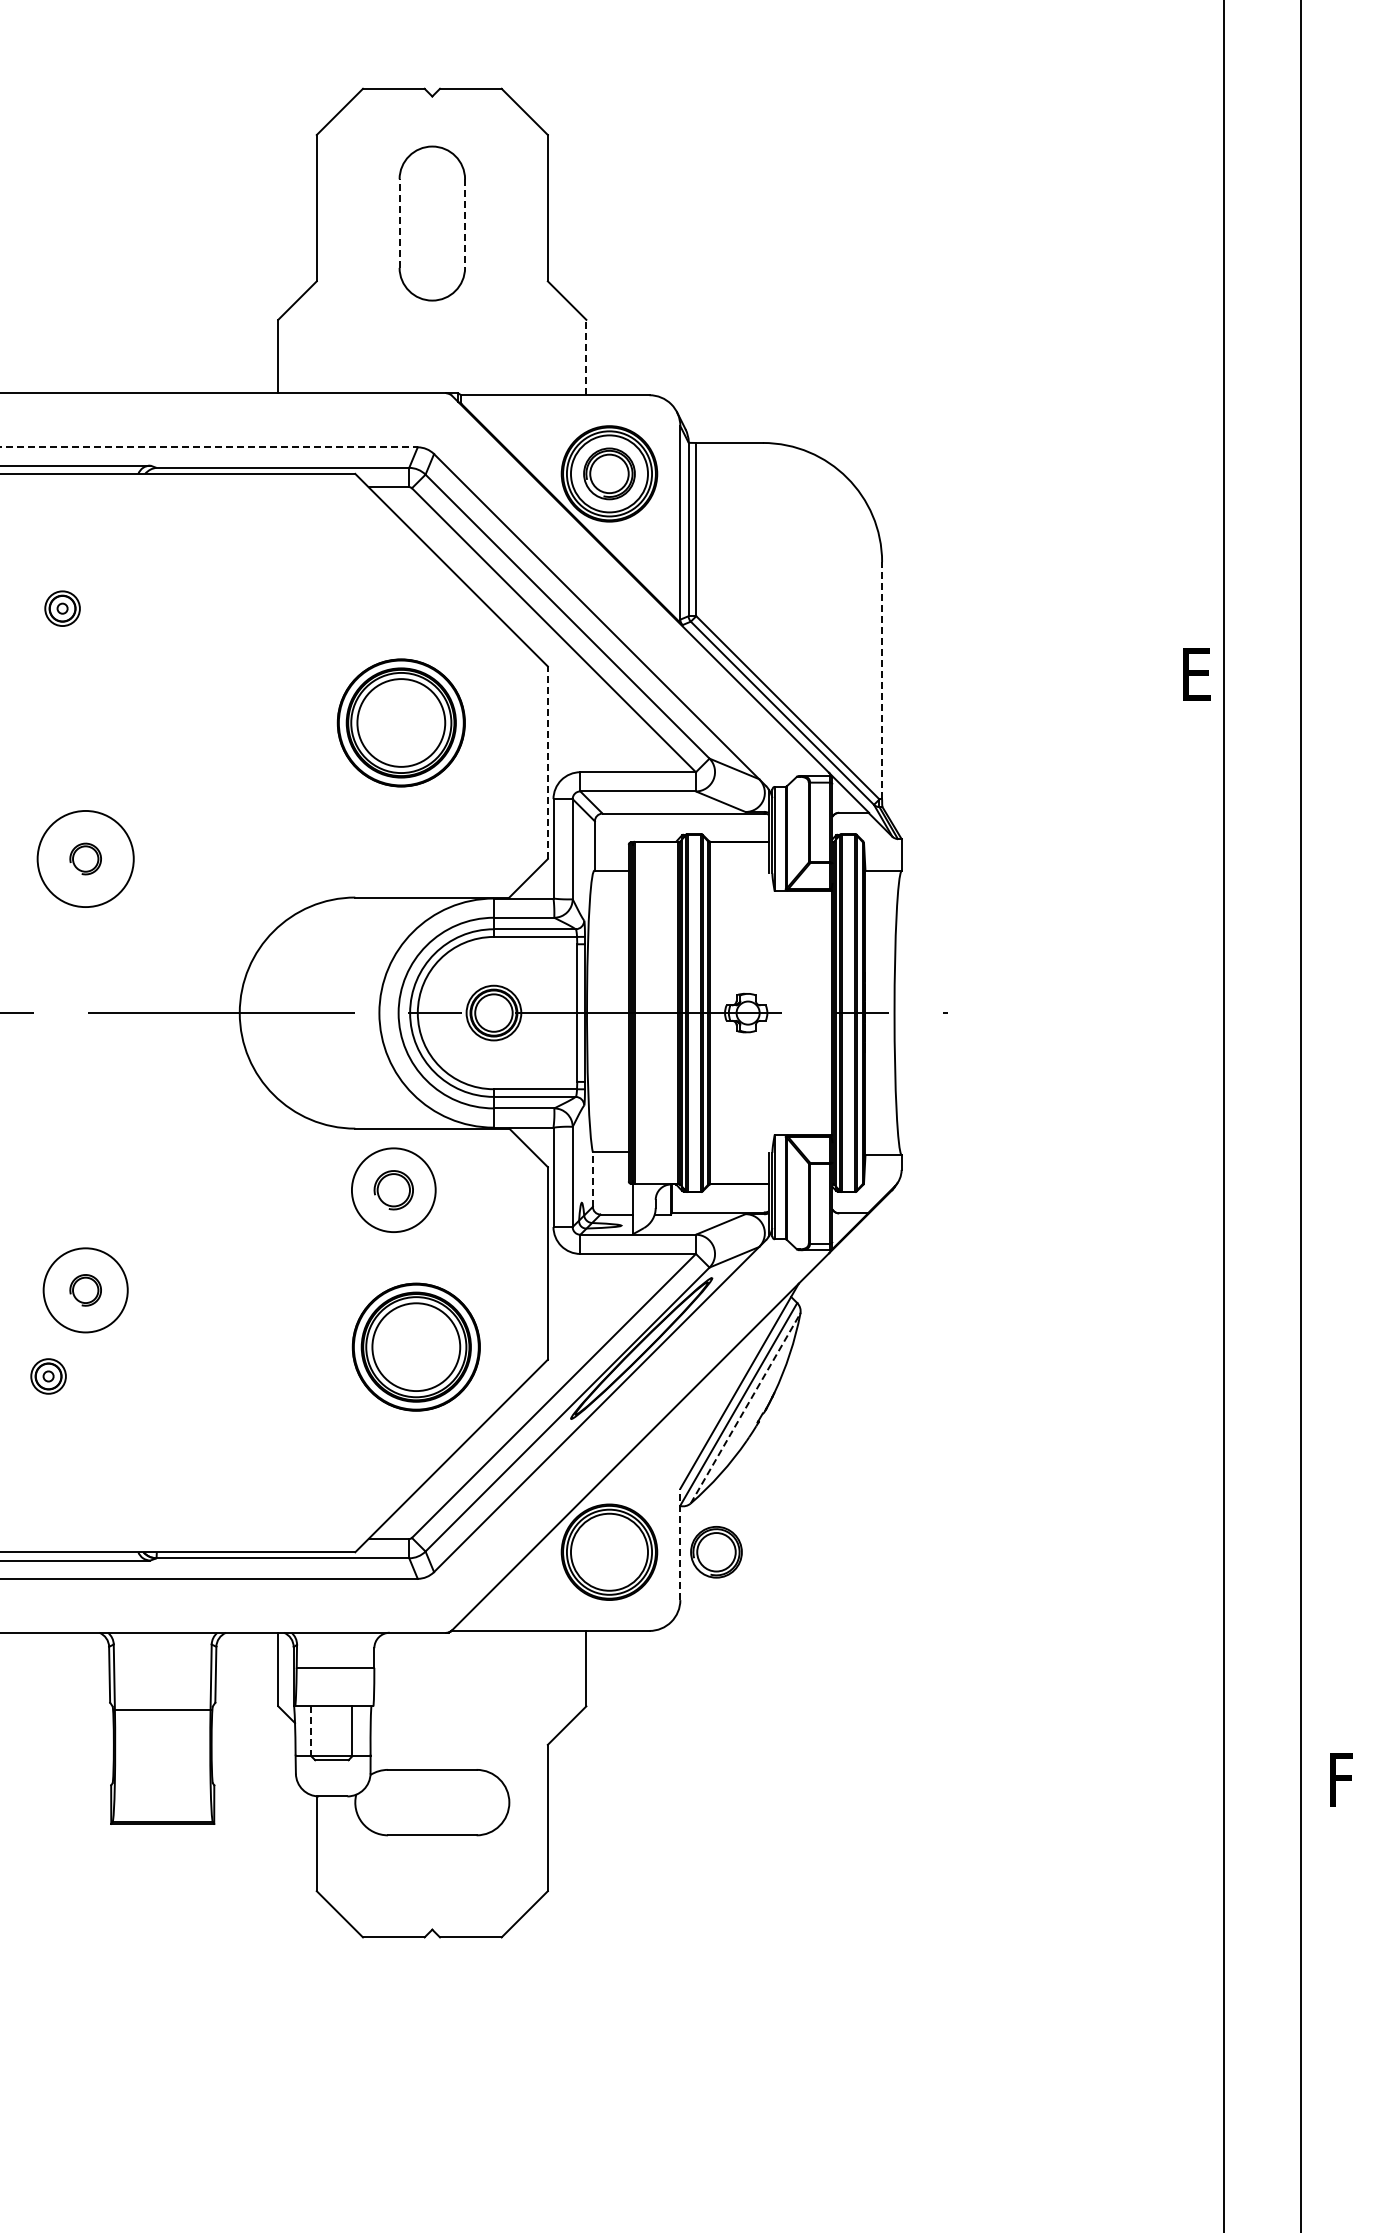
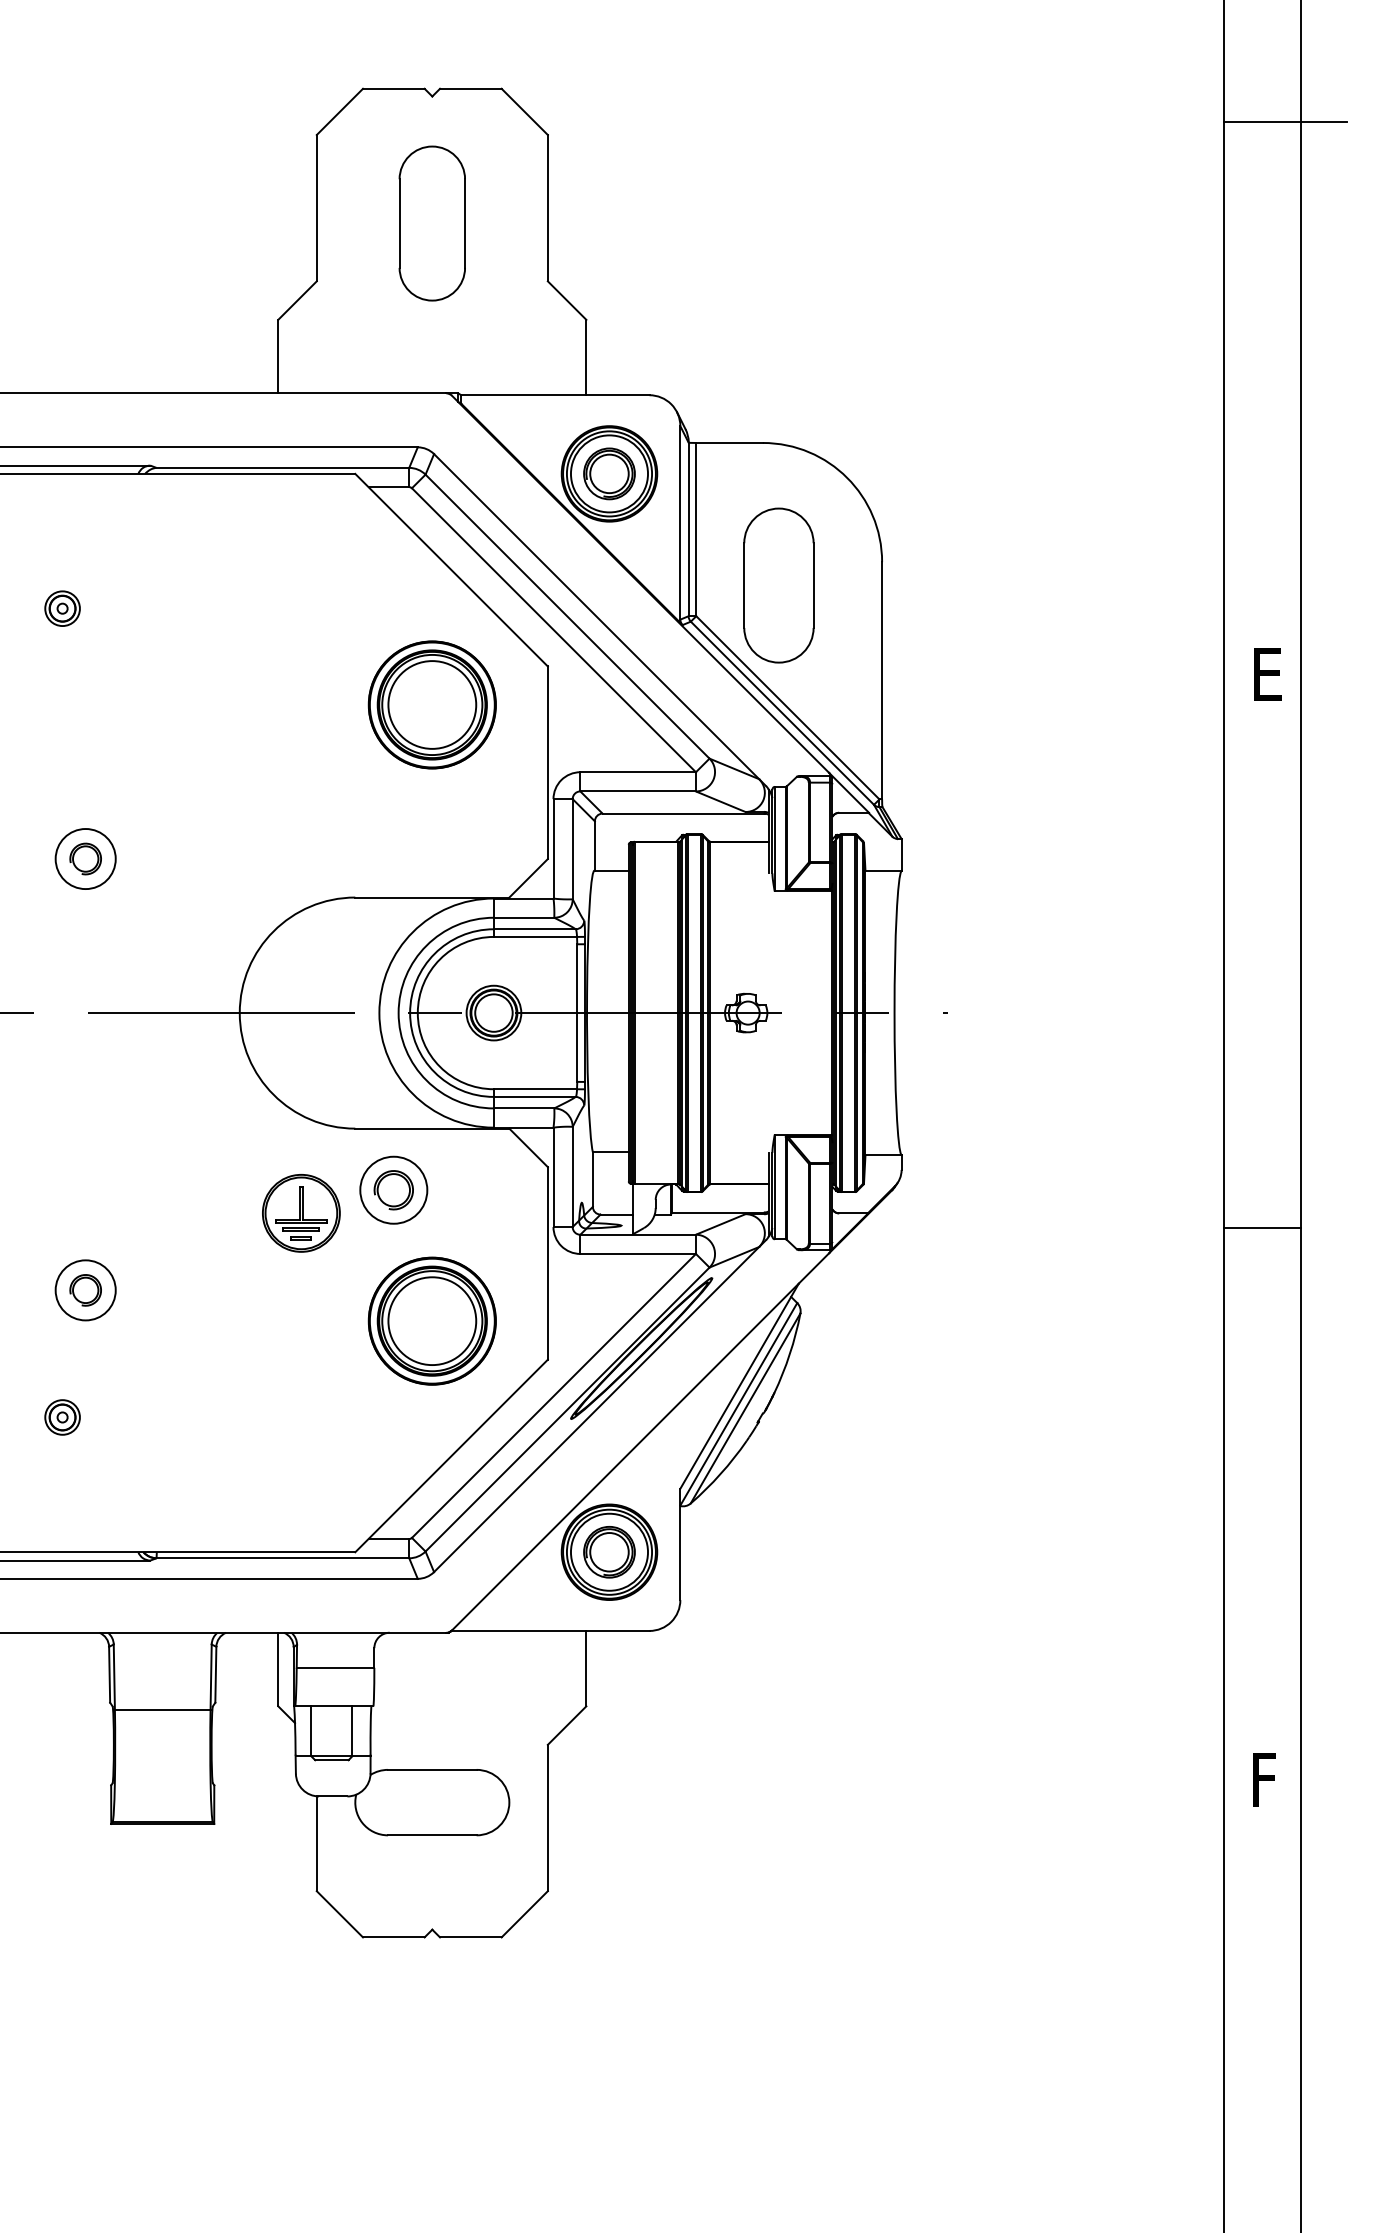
line at (1285, 122): none -> present
line at (399, 223): dashed -> solid
line at (465, 224): dashed -> solid
line at (586, 357): dashed -> solid
line at (209, 447): dashed -> solid
part at (778, 585): none -> present
text at (1196, 674) position: (1196, 674) -> (1267, 674)
line at (882, 680): dashed -> solid
part at (400, 722) position: (400, 722) -> (431, 704)
line at (547, 762): dashed -> solid
circle at (85, 858) diameter: 96 px -> 60 px
line at (592, 1179): dashed -> solid
circle at (393, 1190) diameter: 84 px -> 67 px
part at (301, 1213): none -> present
line at (1261, 1227): none -> present
circle at (85, 1290) diameter: 84 px -> 60 px
part at (415, 1346) position: (415, 1346) -> (431, 1320)
part at (48, 1376) position: (48, 1376) -> (62, 1417)
line at (745, 1408): dashed -> solid
line at (680, 1544): dashed -> solid
part at (716, 1552) position: (716, 1552) -> (609, 1552)
line at (311, 1731): dashed -> solid
text at (1341, 1779) position: (1341, 1779) -> (1264, 1779)
